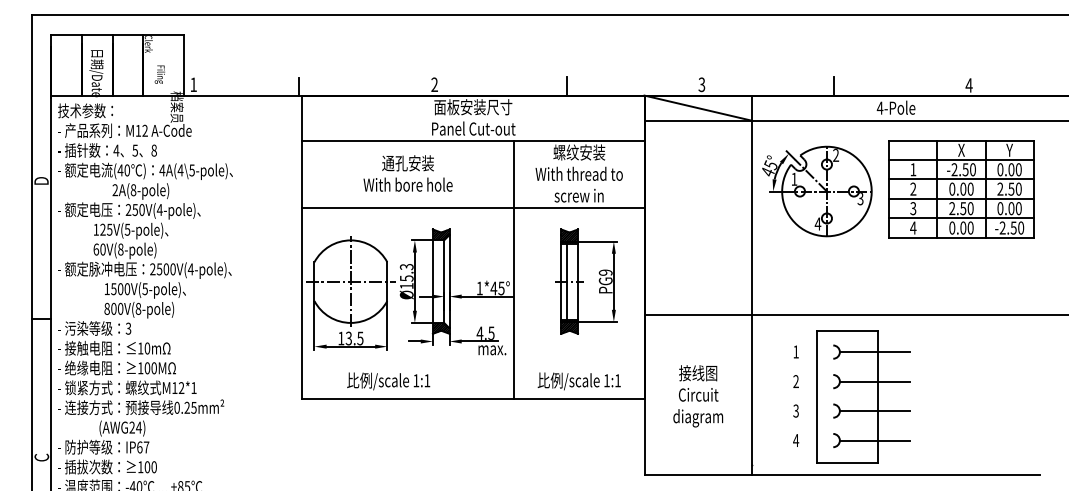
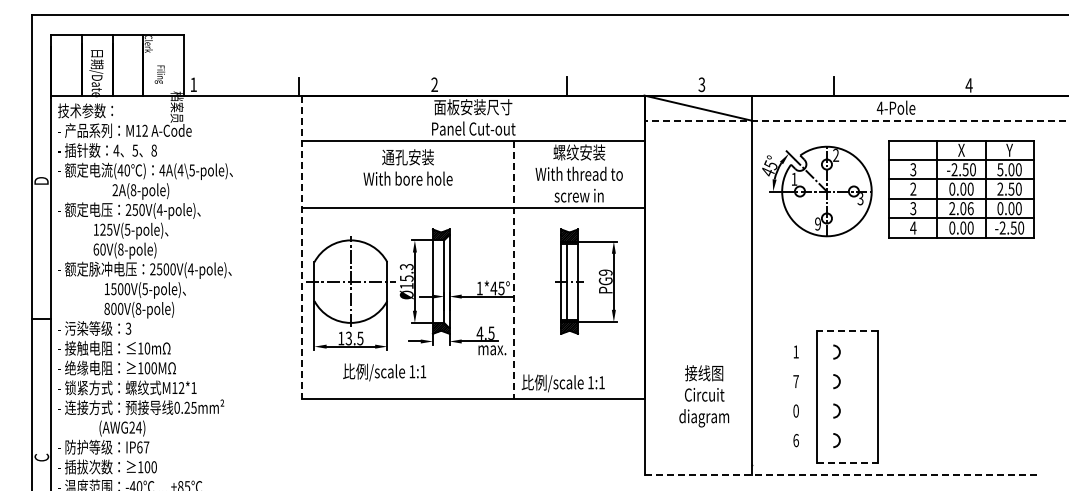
line at (856, 120): solid -> dashed
text at (913, 169): 1 -> 3
text at (1000, 169): 0.00 -> 5.00
text at (407, 173) position: (407, 173) -> (407, 167)
text at (966, 208): 2.50 -> 2.06
text at (817, 223): 4 -> 9
line at (302, 247): solid -> dashed
line at (514, 269): solid -> dashed
line at (854, 315): present -> none
line at (847, 330): solid -> dashed
line at (874, 352): present -> none
text at (388, 381) position: (388, 381) -> (384, 372)
text at (578, 381) position: (578, 381) -> (562, 383)
text at (795, 381): 2 -> 7
line at (874, 381): present -> none
text at (698, 396) position: (698, 396) -> (704, 396)
text at (795, 410): 3 -> 0
line at (874, 411): present -> none
text at (796, 440): 4 -> 6
line at (874, 440): present -> none
line at (847, 462): solid -> dashed
line at (842, 475): solid -> dashed
